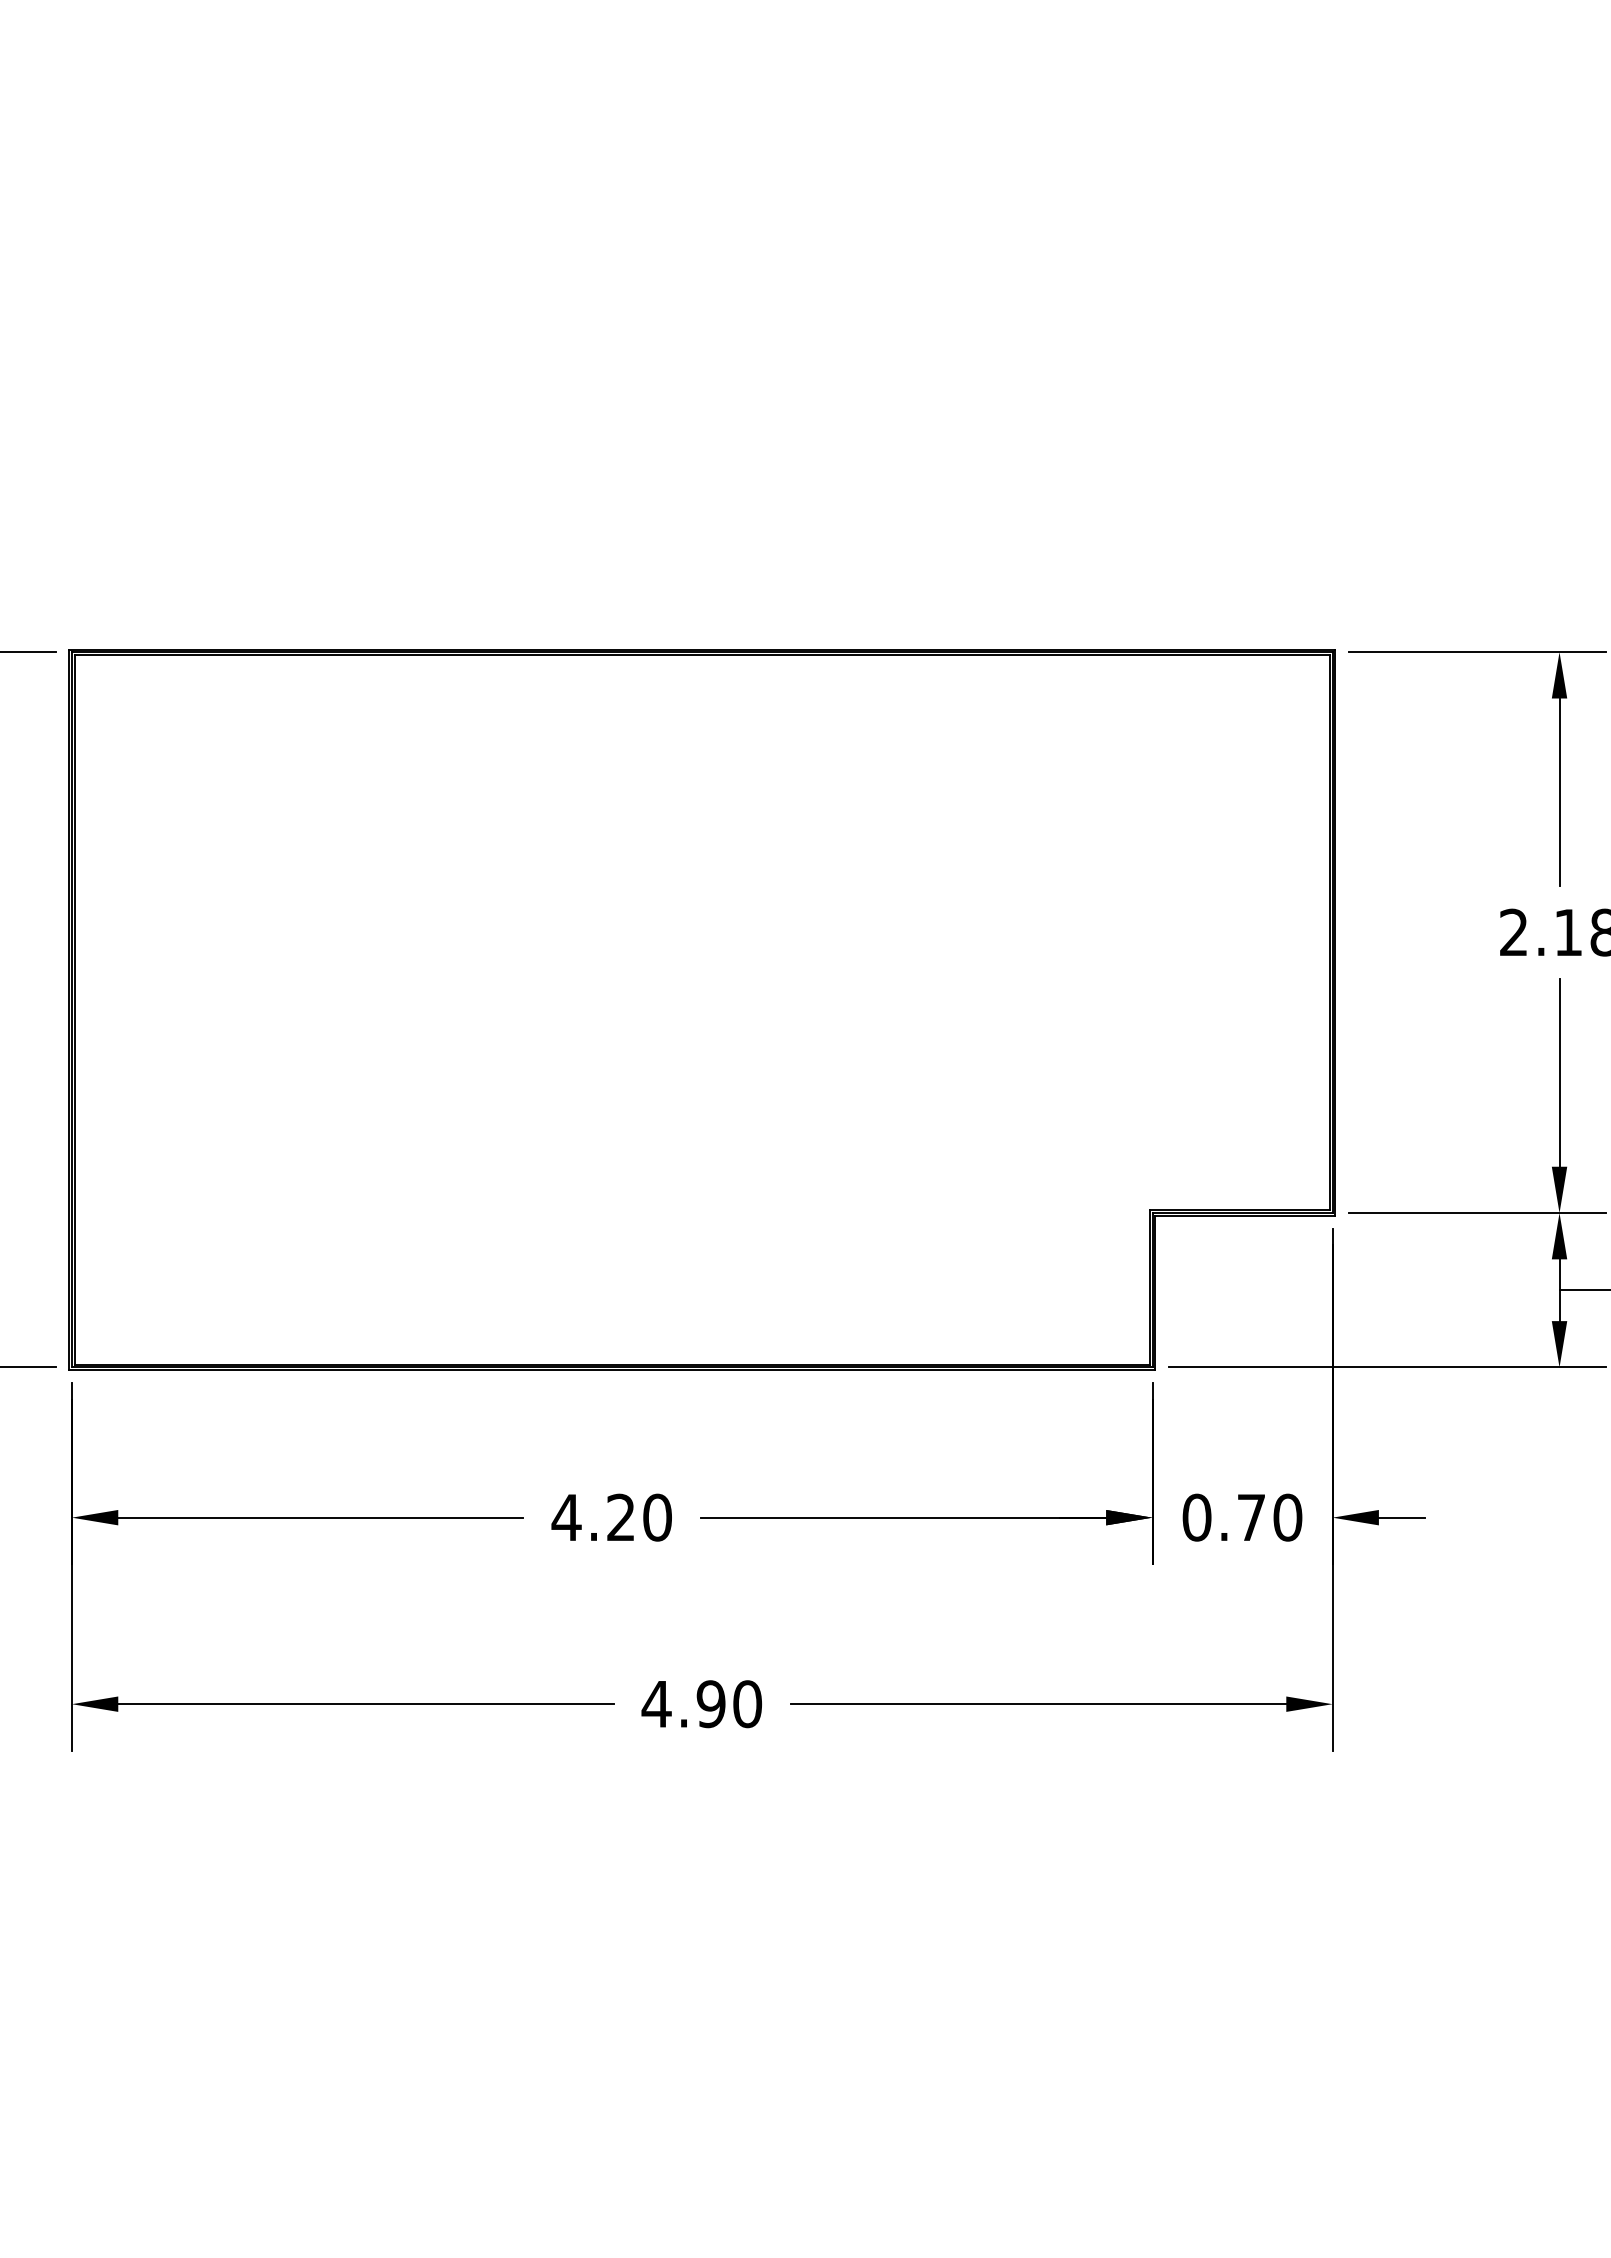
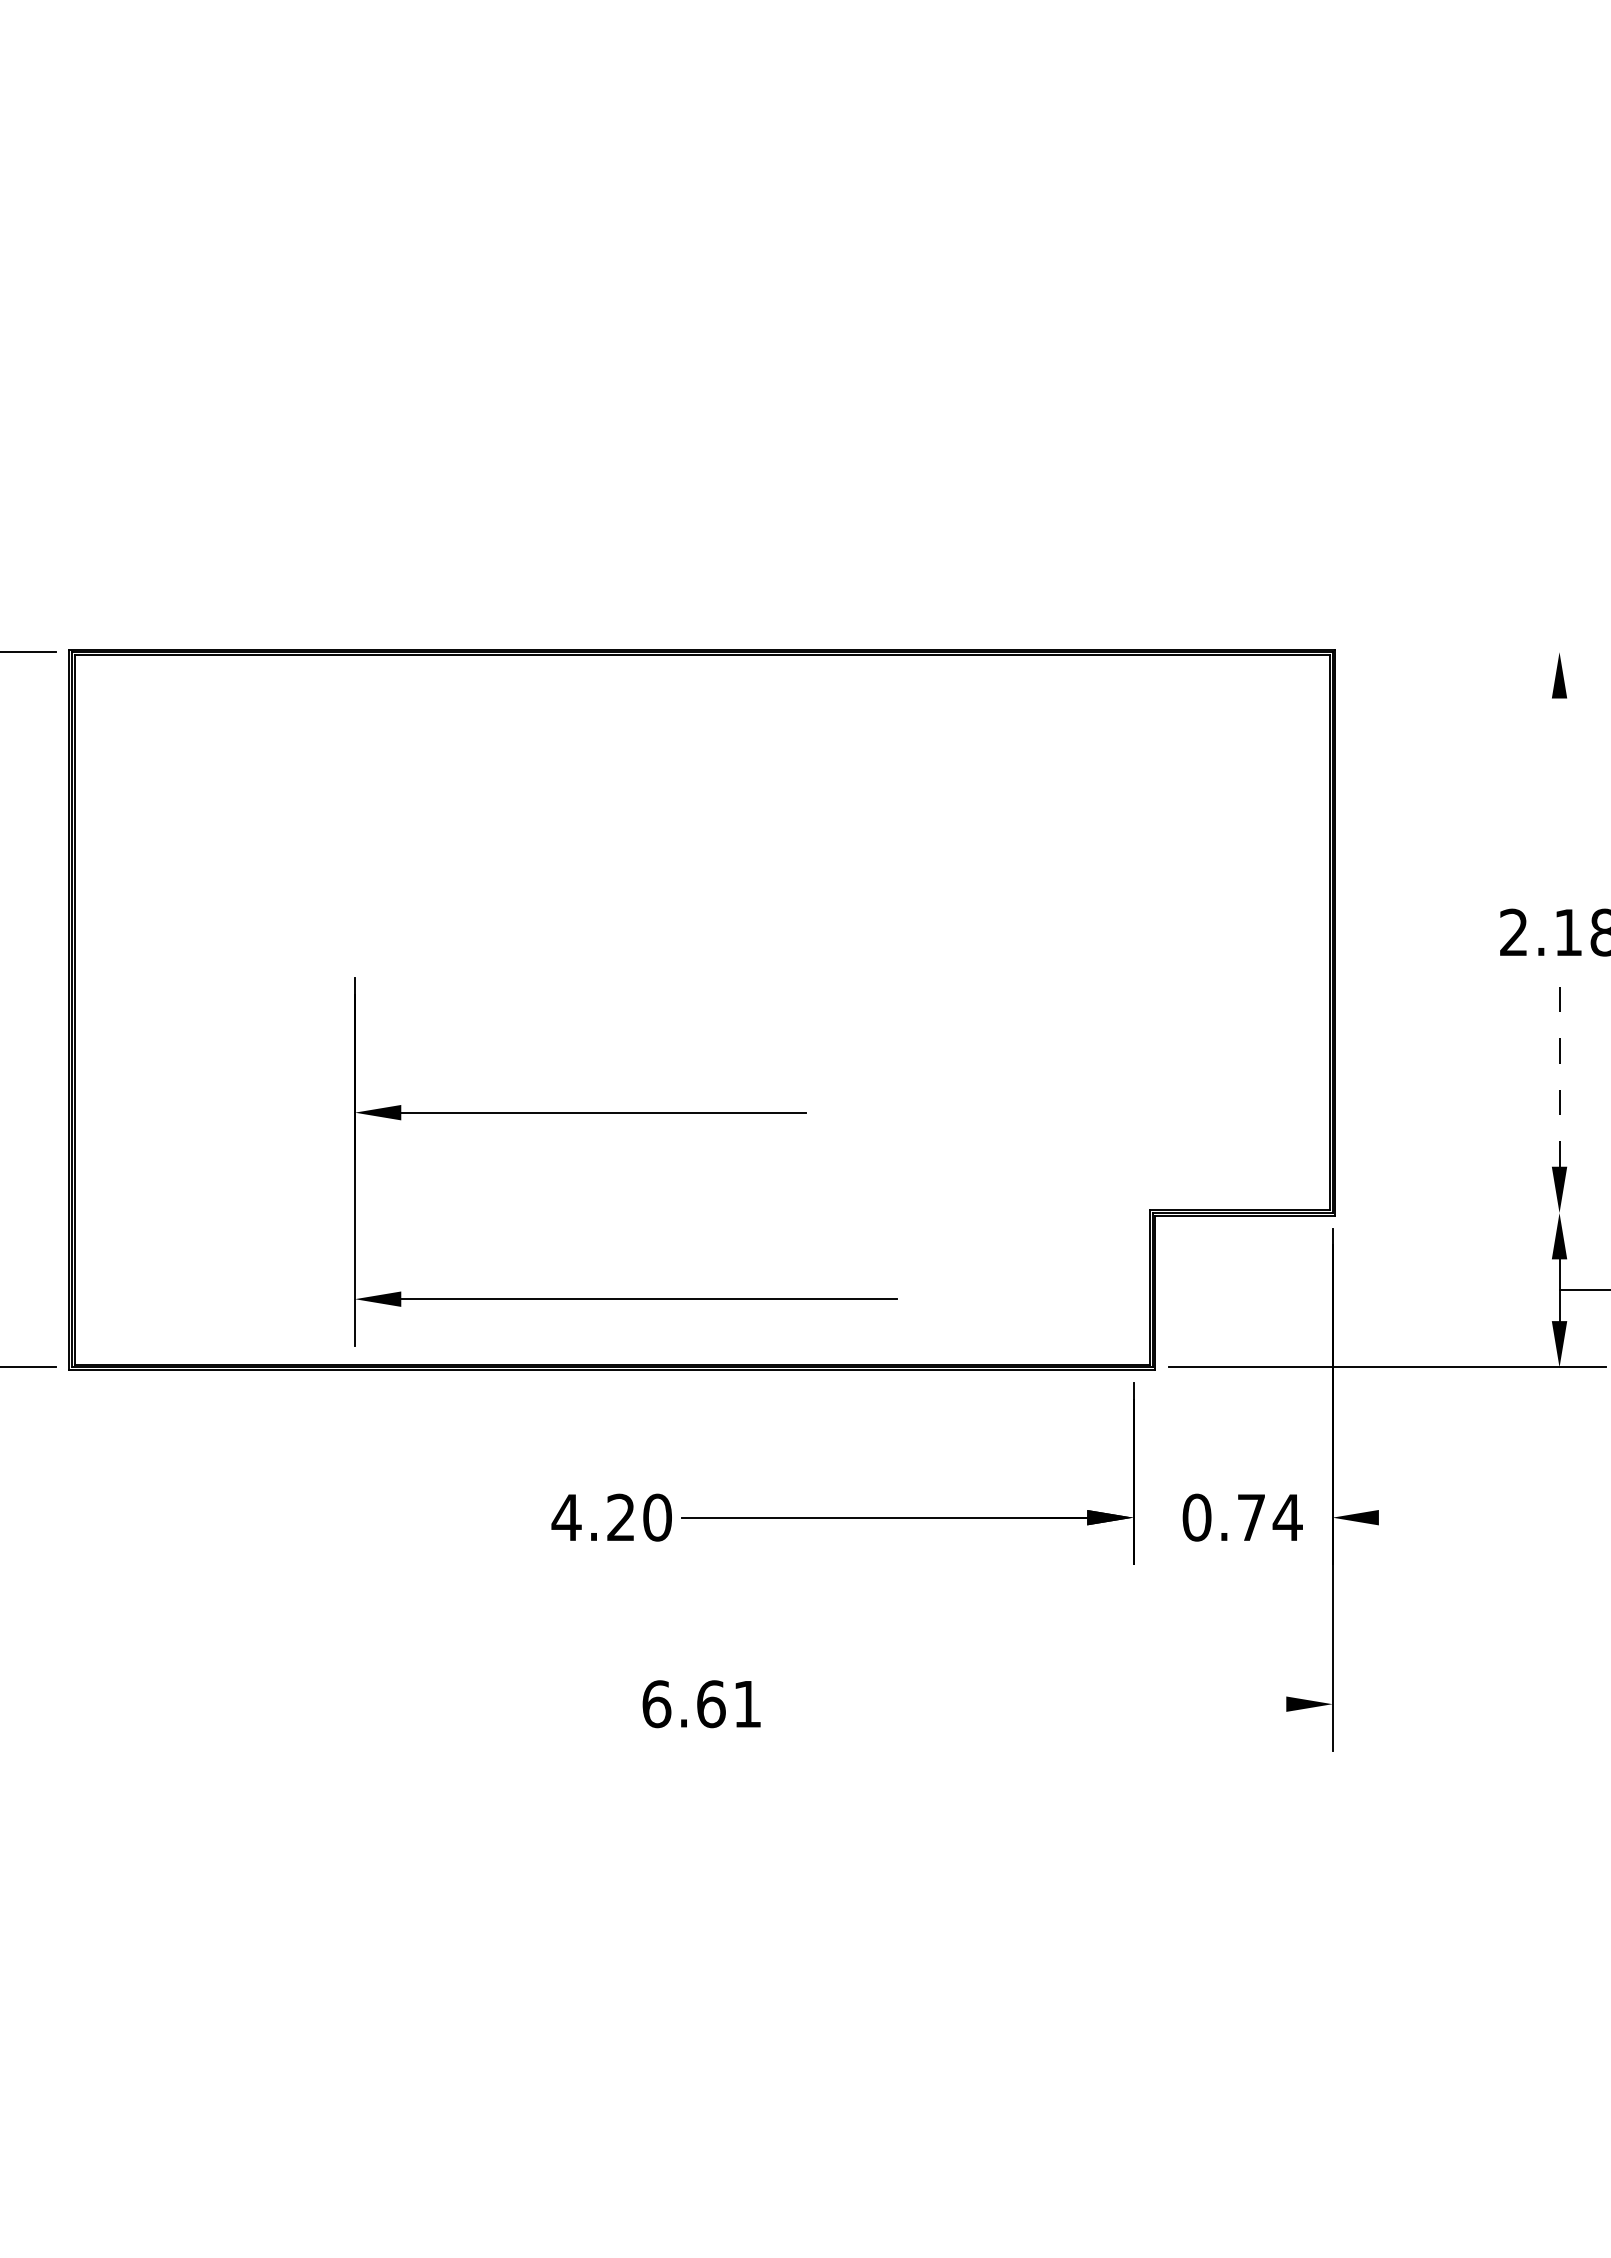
line at (1476, 652): present -> none
line at (1559, 792): present -> none
line at (1559, 1072): solid -> dashed
line at (1476, 1213): present -> none
part at (926, 1517) position: (926, 1517) -> (907, 1517)
text at (1287, 1517): 0.70 -> 0.74
line at (1401, 1517): present -> none
part at (342, 1518) position: (342, 1518) -> (625, 1113)
text at (701, 1704): 4.90 -> 6.61
line at (1038, 1704): present -> none
